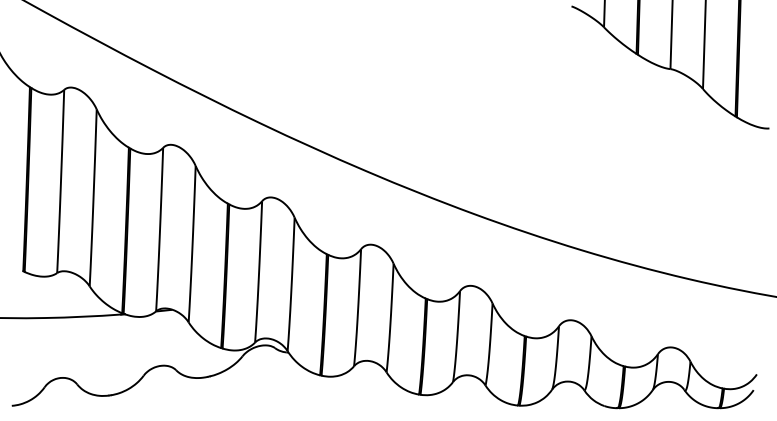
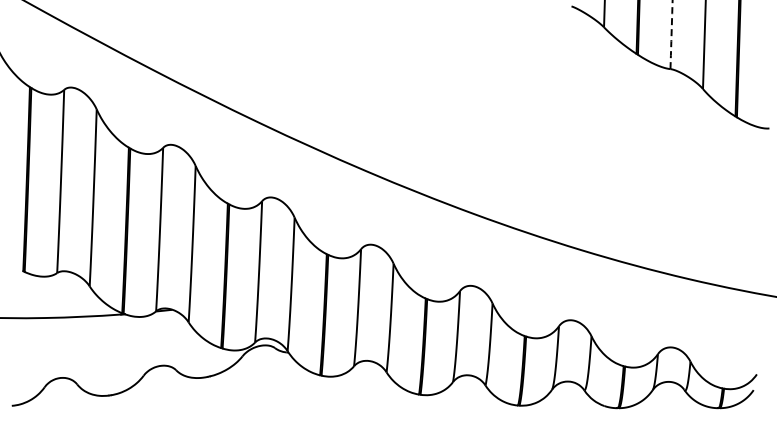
arc at (671, 34): solid -> dashed
